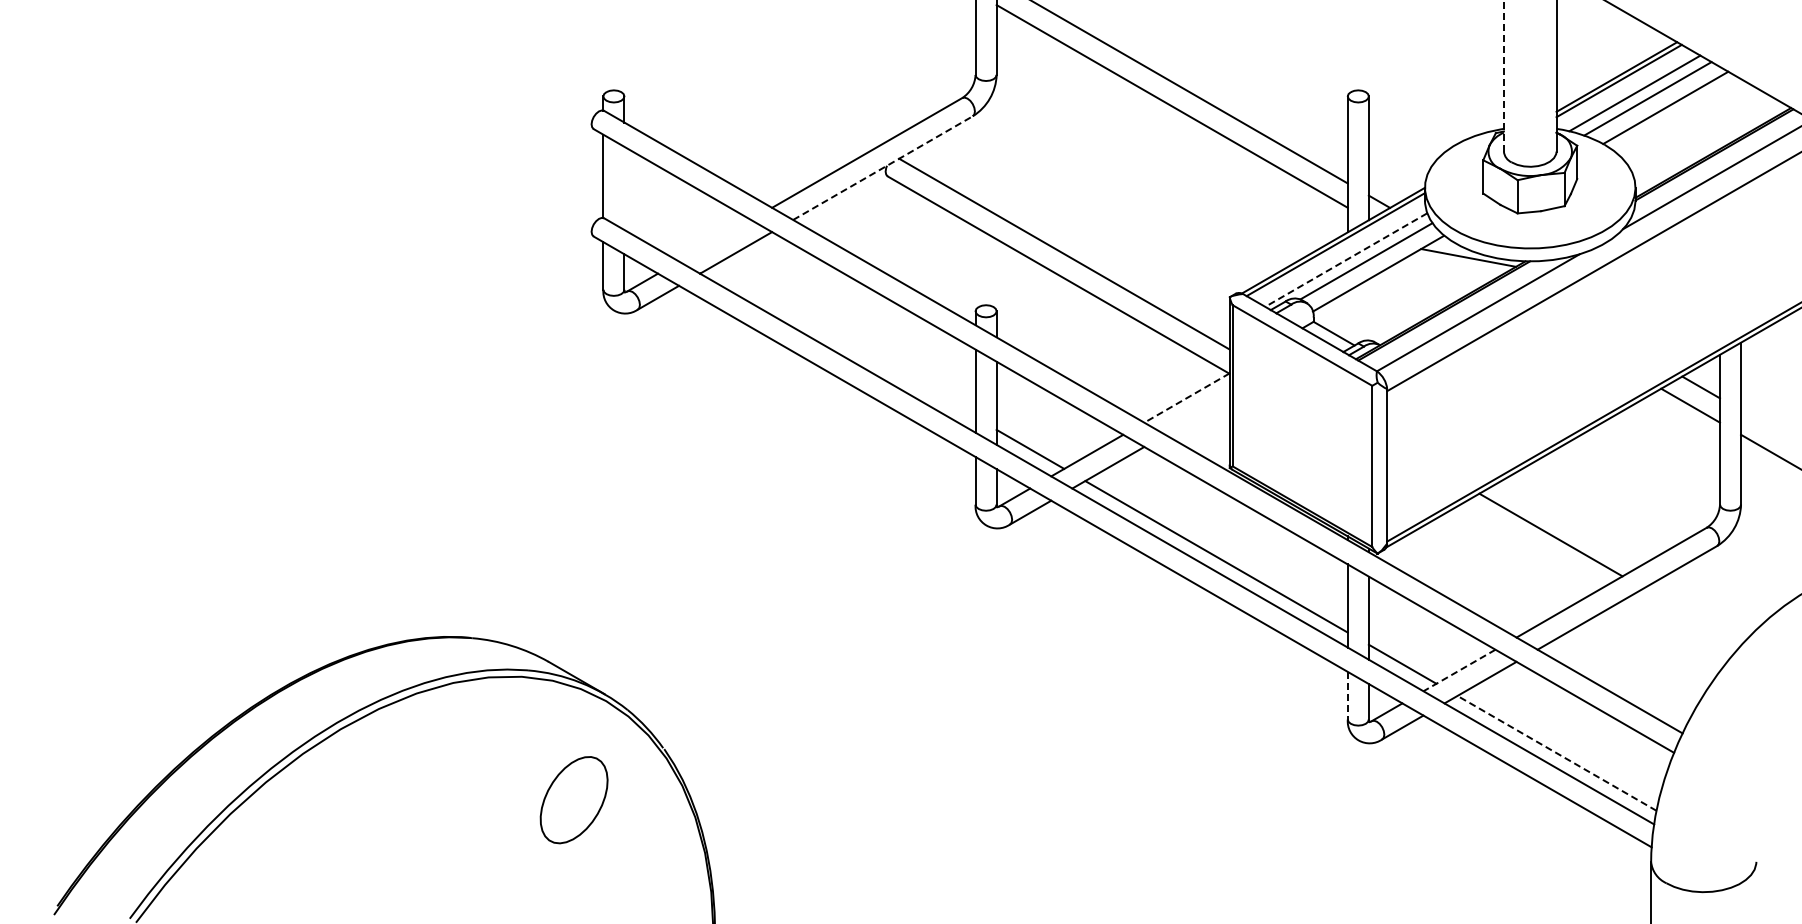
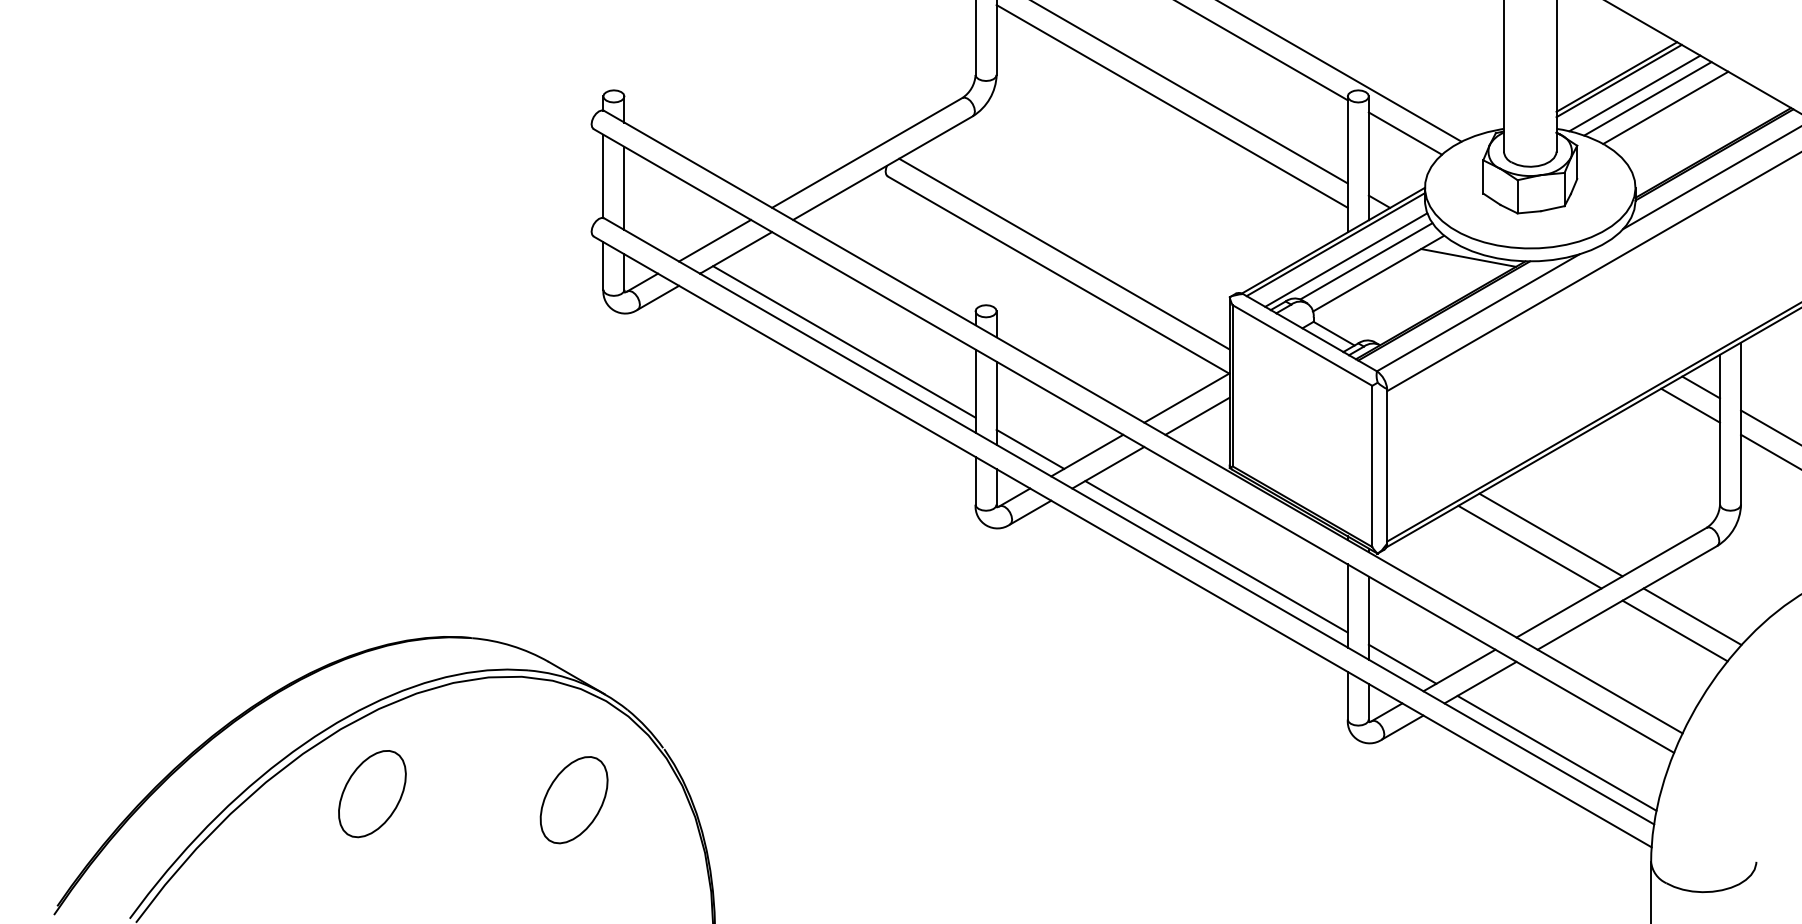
line at (1262, 51): none -> present
line at (1340, 71): none -> present
line at (1503, 75): dashed -> solid
line at (1404, 133): none -> present
line at (882, 168): dashed -> solid
line at (624, 188): none -> present
line at (715, 240): none -> present
line at (1346, 260): dashed -> solid
line at (844, 341): none -> present
line at (1186, 398): dashed -> solid
line at (1197, 415): none -> present
line at (1769, 426): none -> present
line at (1529, 546): none -> present
line at (1692, 616): none -> present
line at (1674, 630): none -> present
line at (1459, 670): dashed -> solid
line at (1347, 695): dashed -> solid
line at (1557, 753): dashed -> solid
part at (372, 794): none -> present
